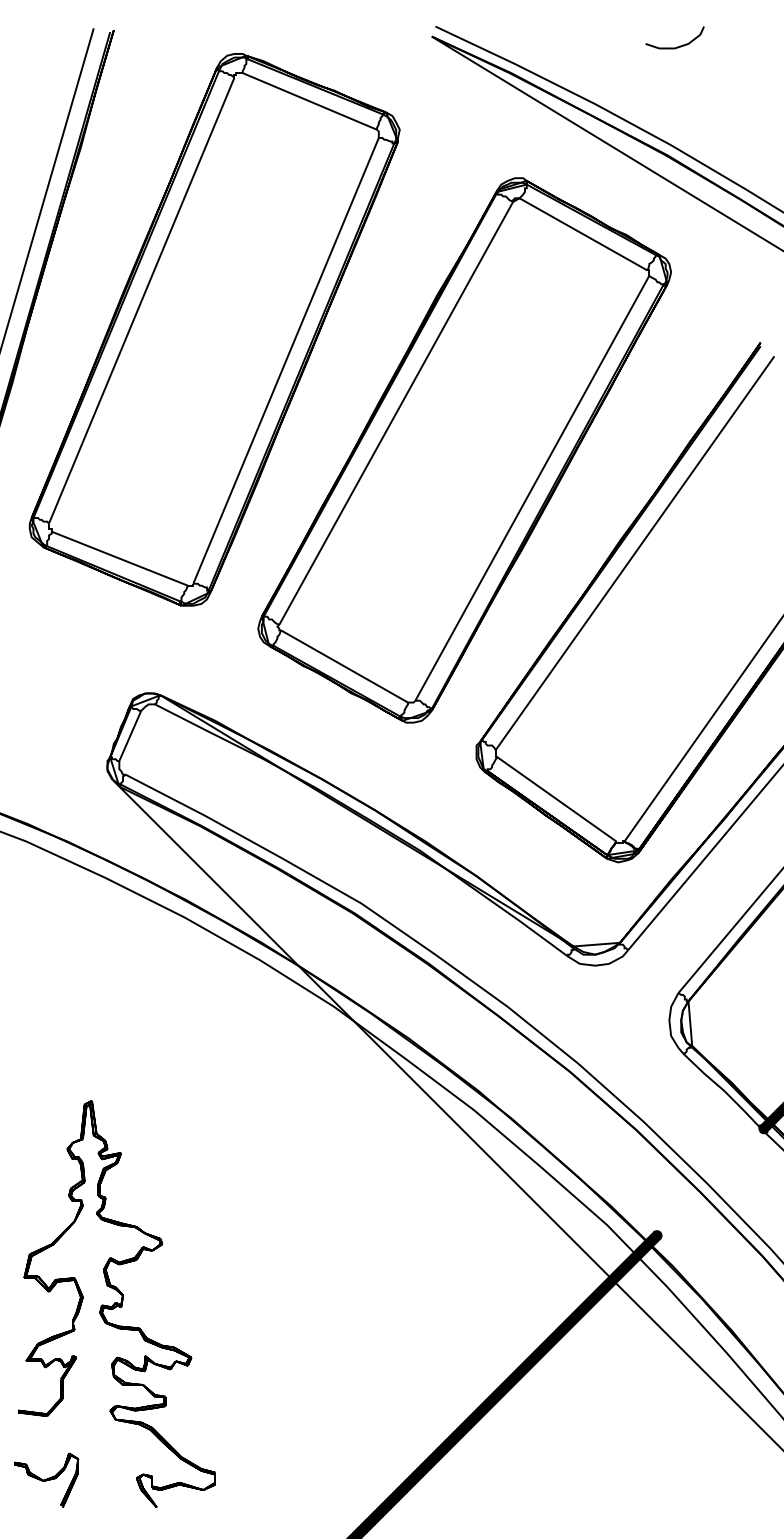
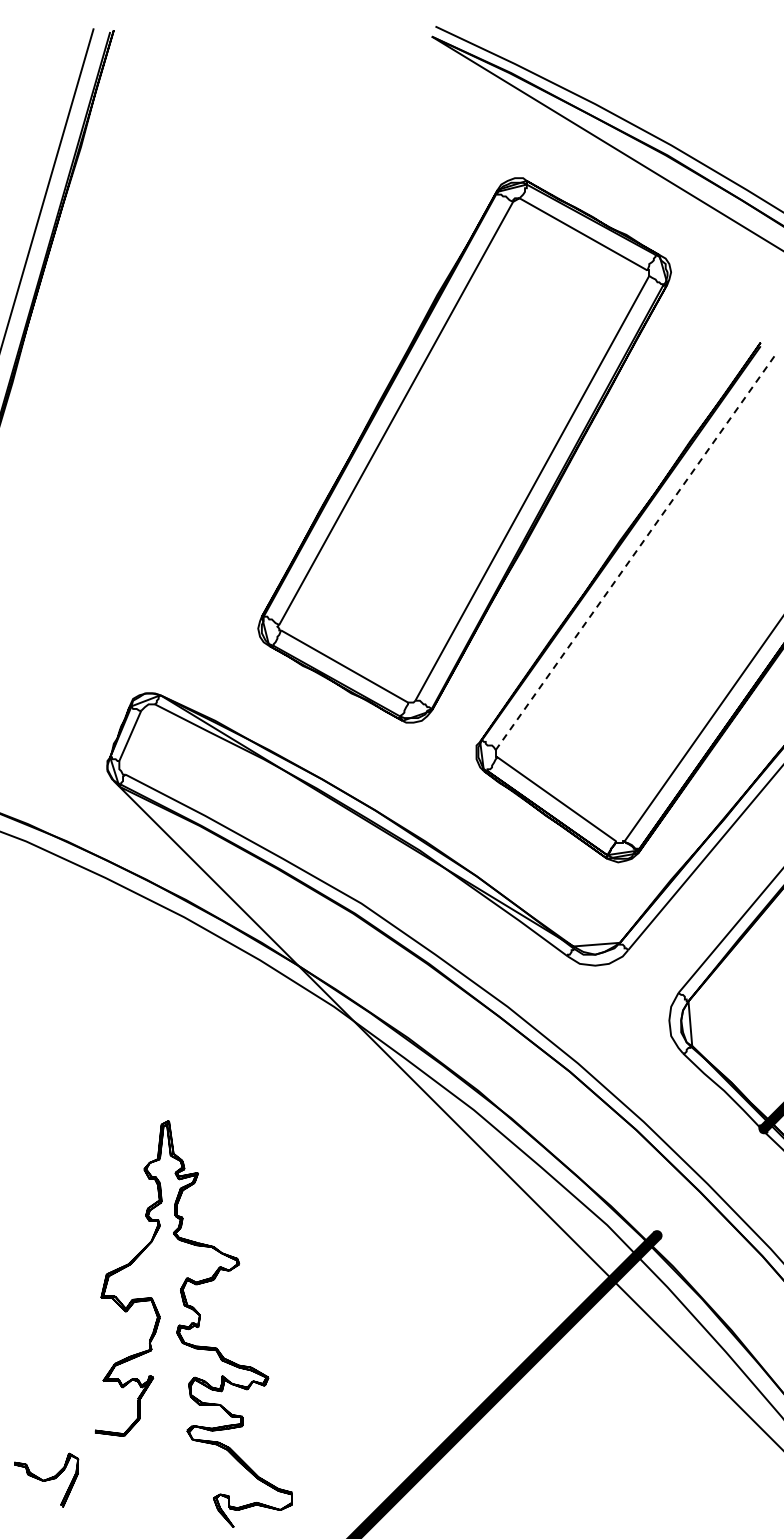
curve at (677, 46): present -> none
part at (214, 329): present -> none
line at (634, 553): solid -> dashed
part at (116, 1303) position: (116, 1303) -> (193, 1323)
